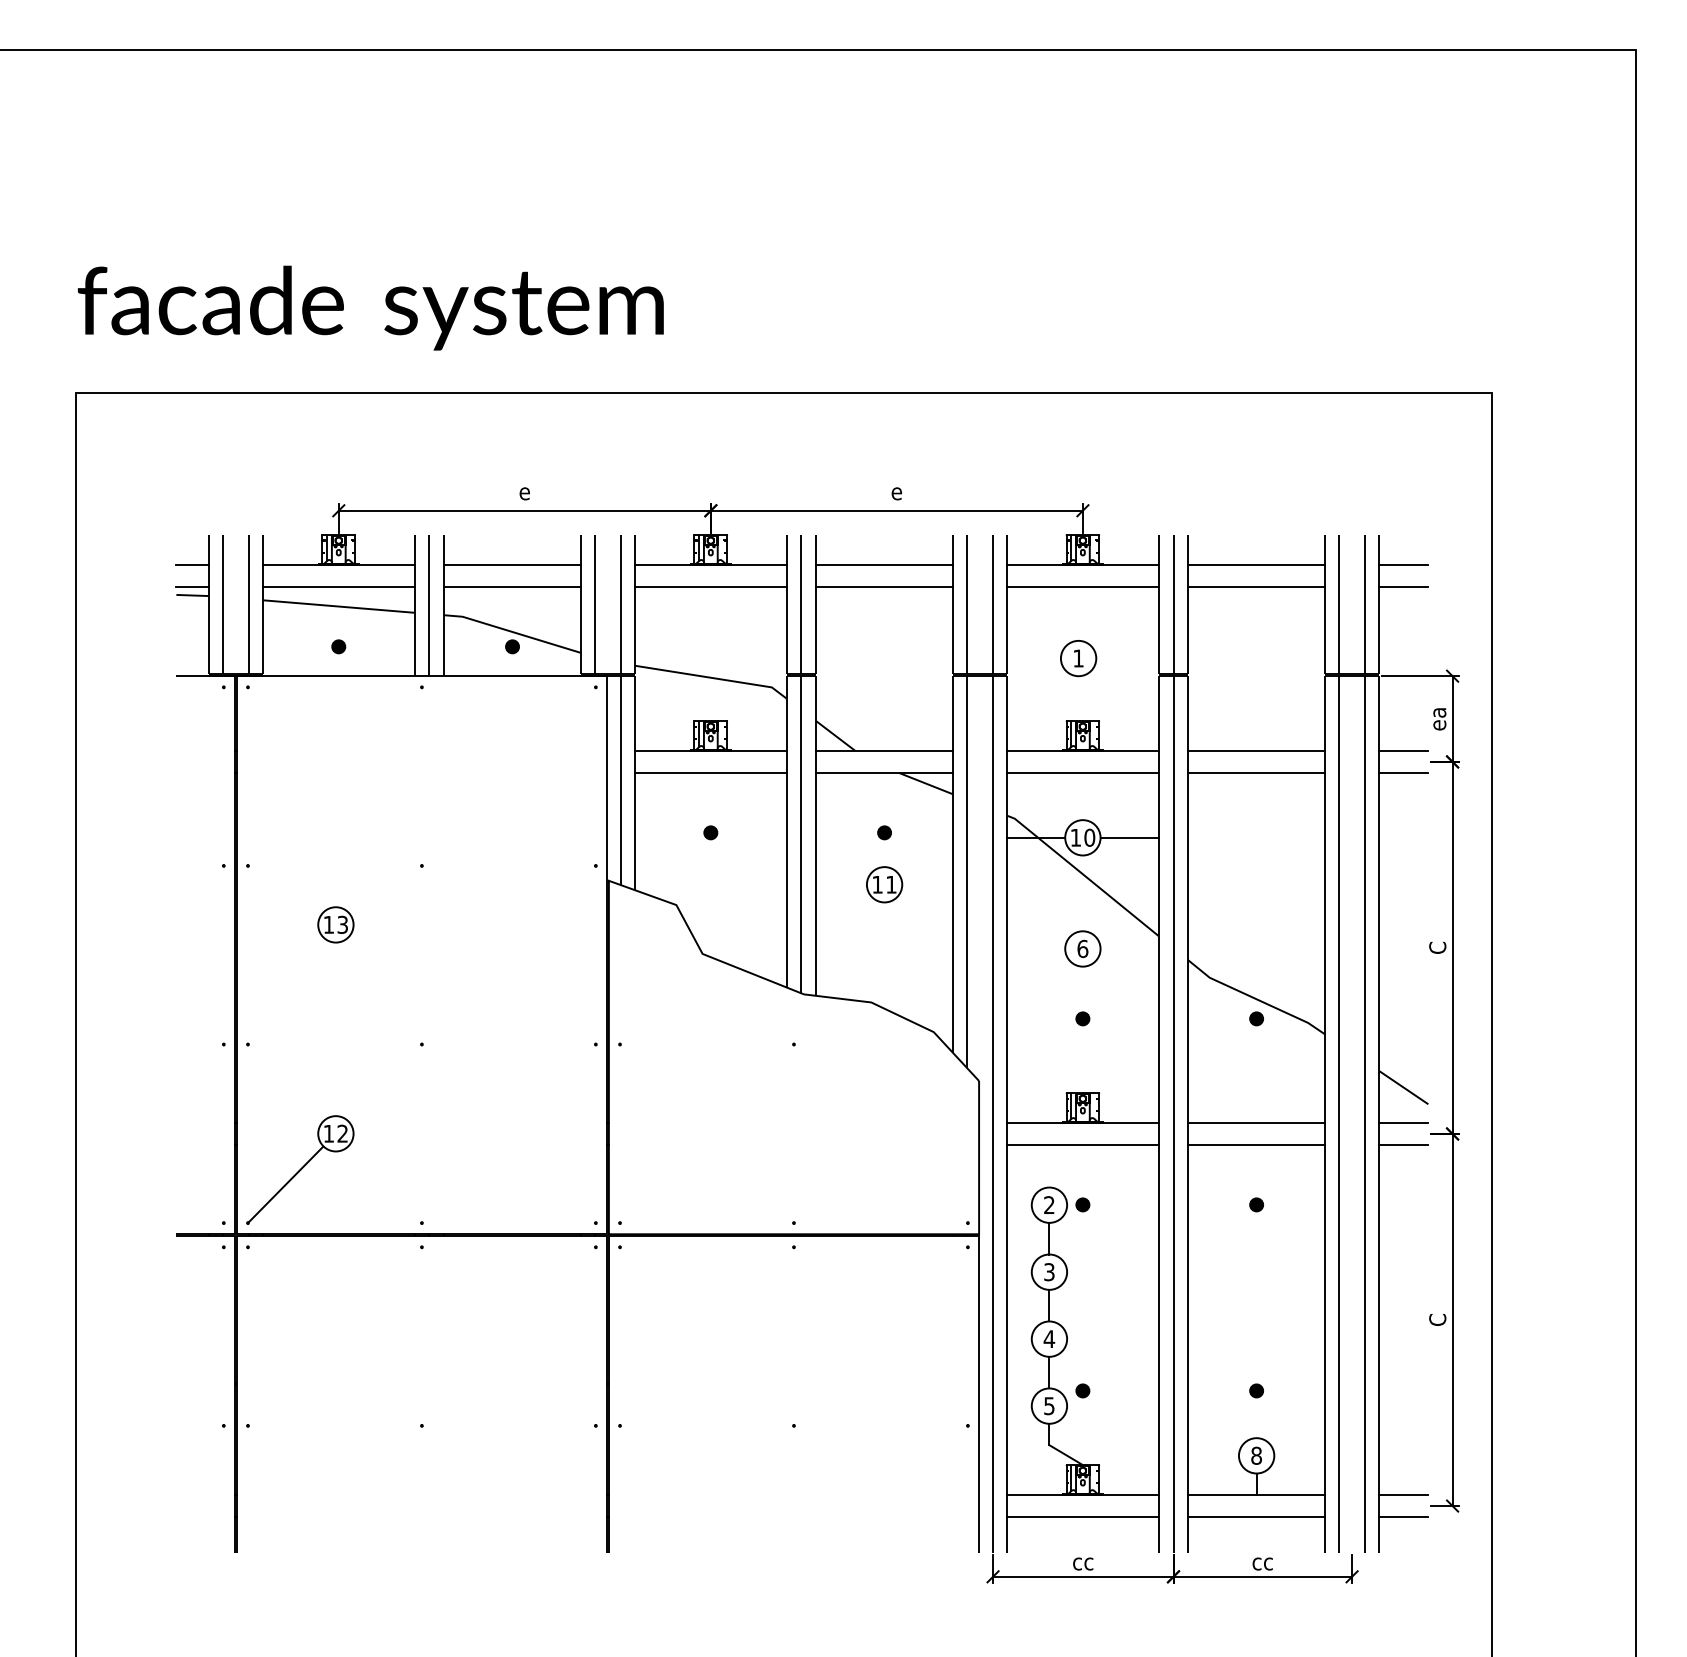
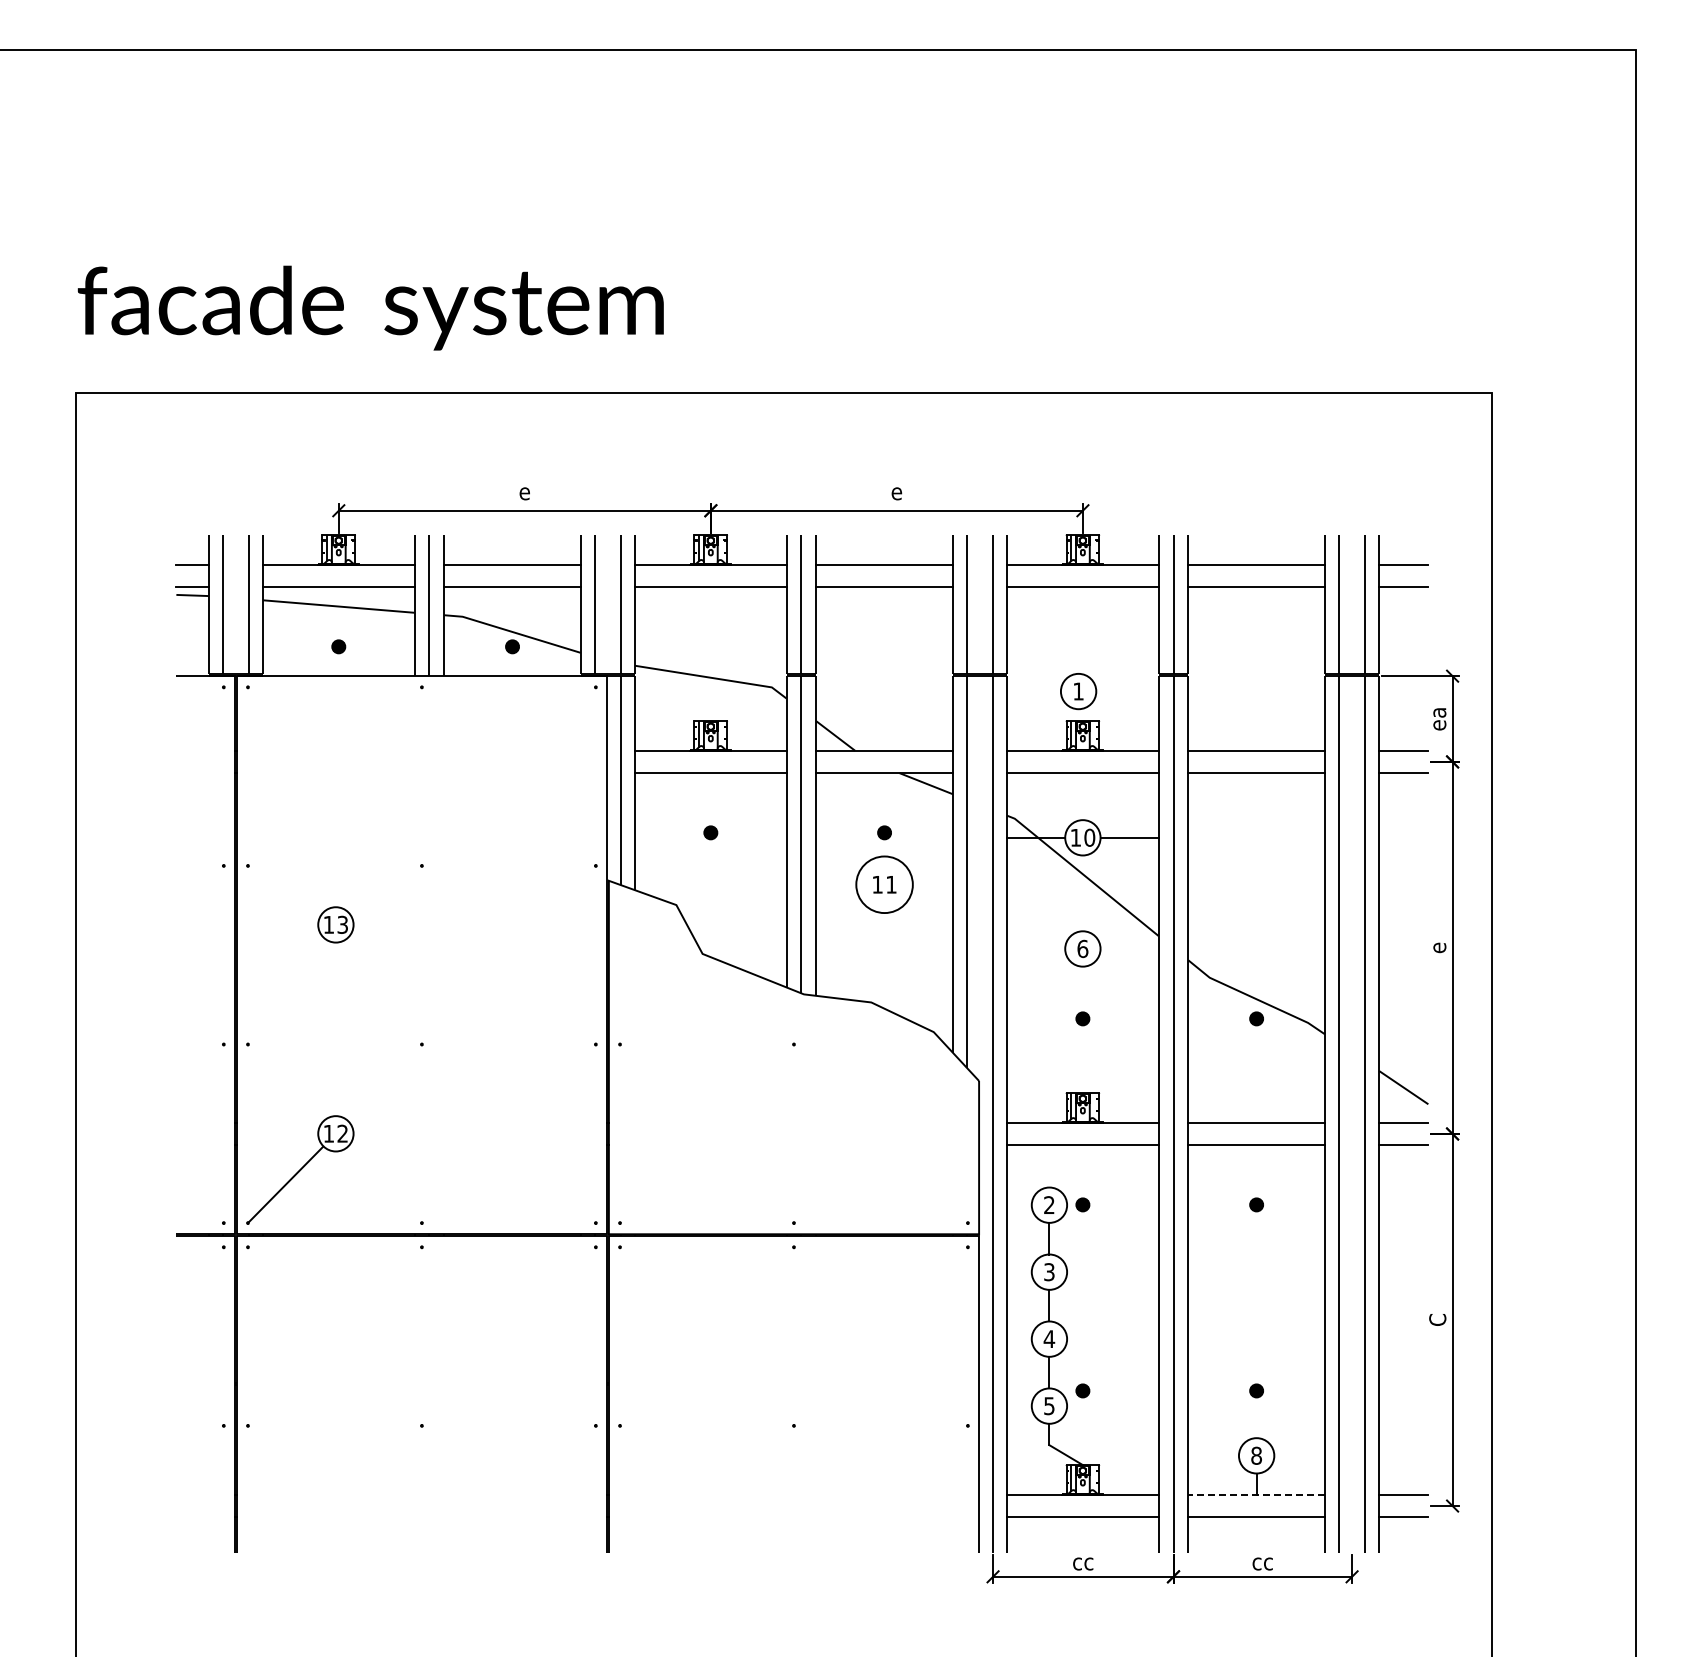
part at (1078, 658) position: (1078, 658) -> (1078, 691)
circle at (884, 884) diameter: 35 px -> 57 px
text at (1437, 947): C -> e
line at (1256, 1494): solid -> dashed
